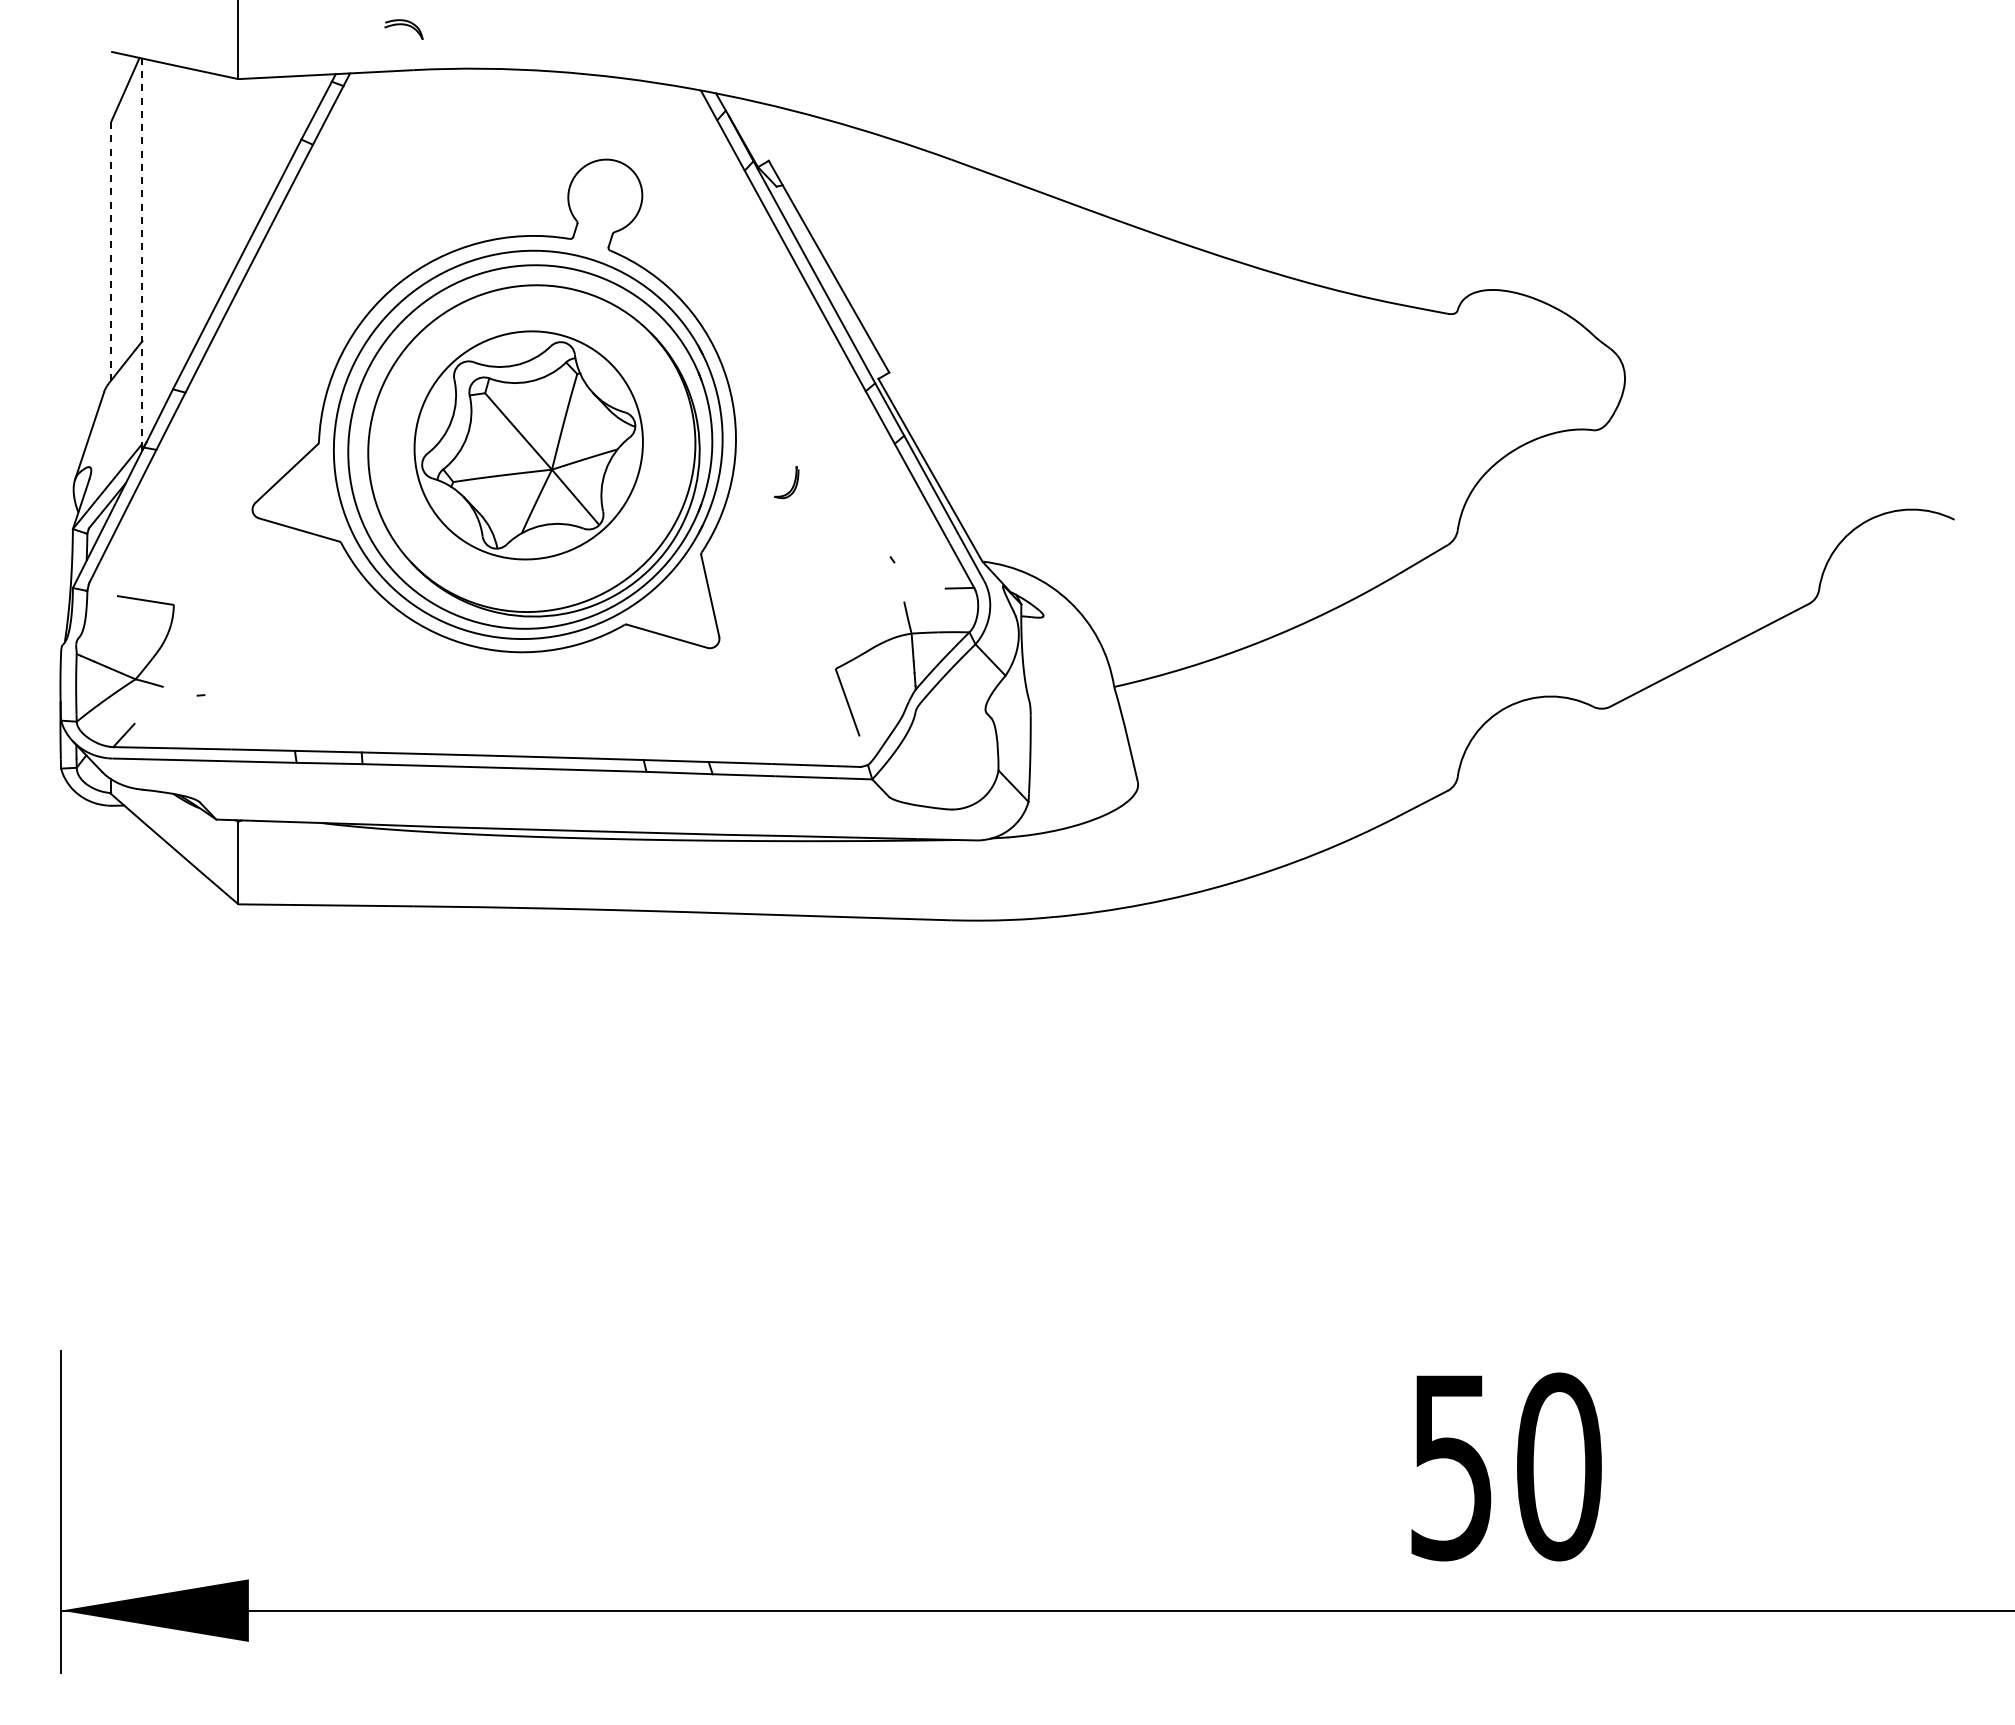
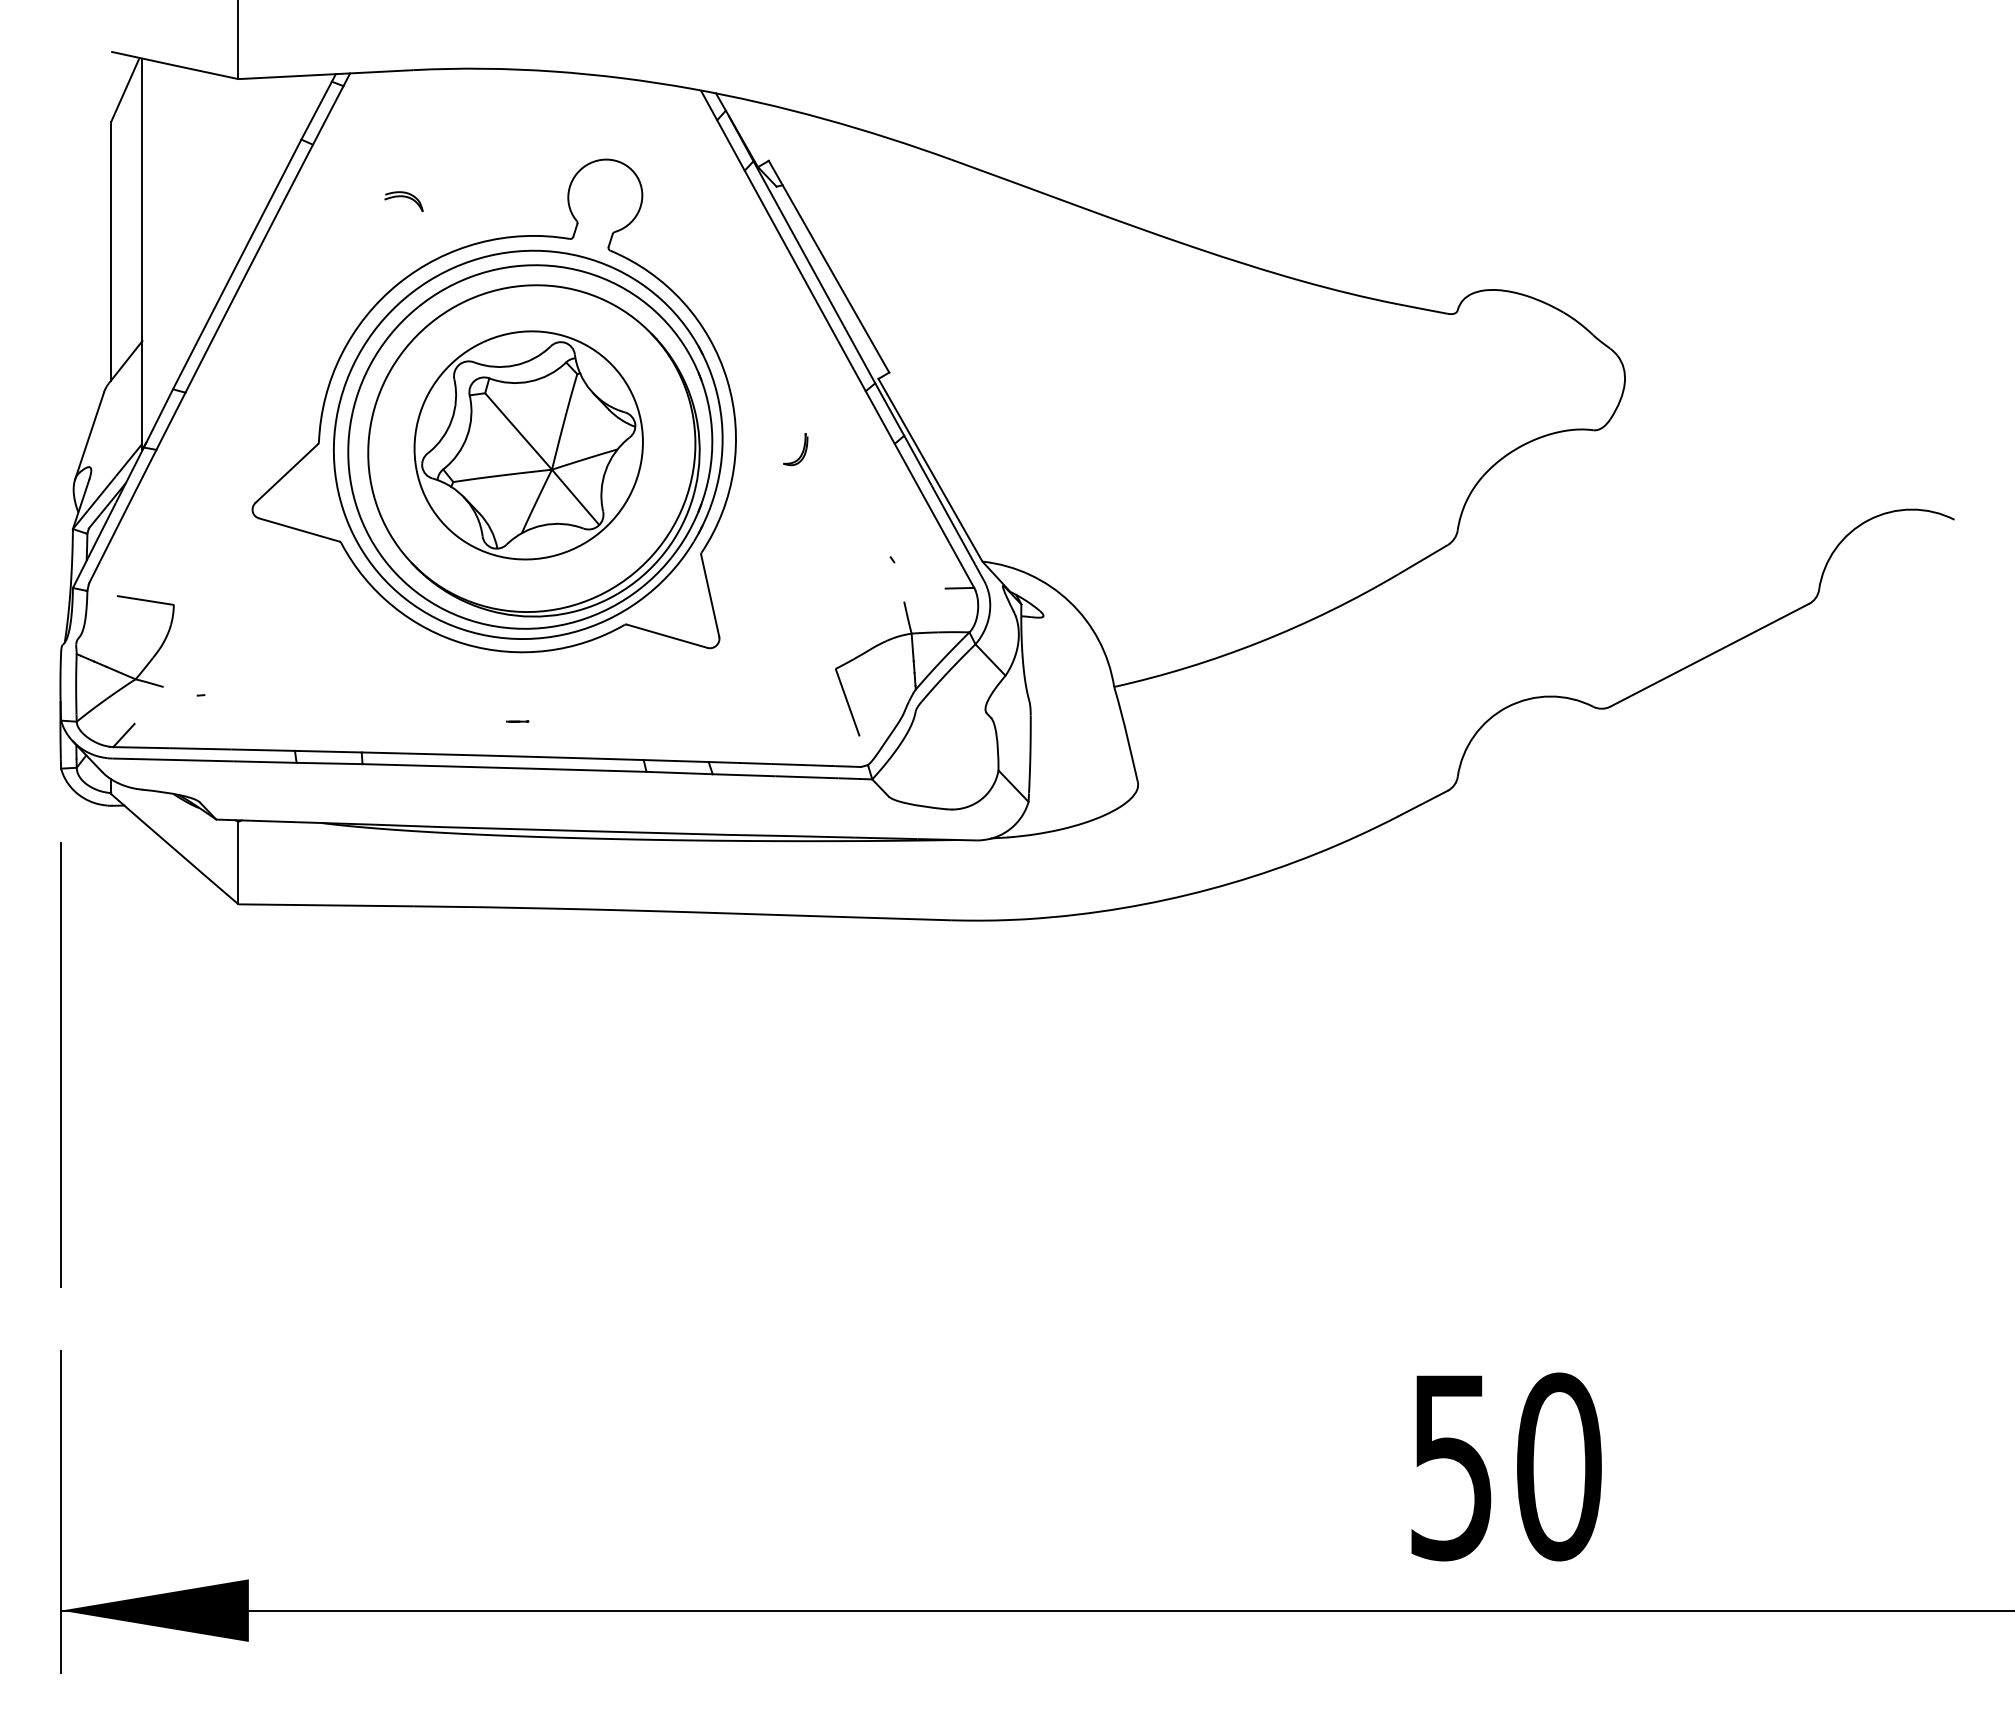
part at (403, 29) position: (403, 29) -> (403, 201)
line at (111, 251): dashed -> solid
line at (142, 253): dashed -> solid
part at (792, 485) position: (792, 485) -> (801, 452)
line at (517, 721): none -> present
line at (61, 1064): none -> present
